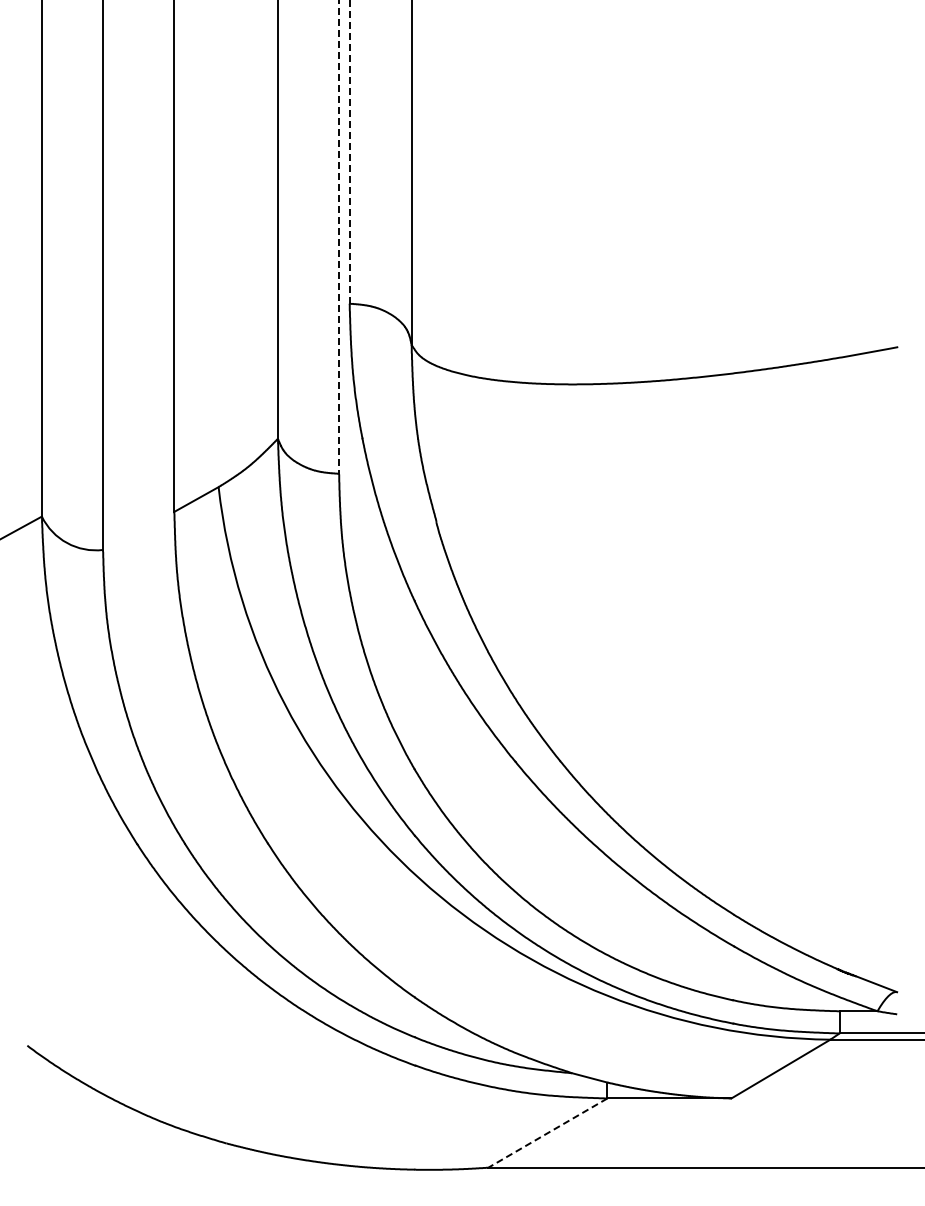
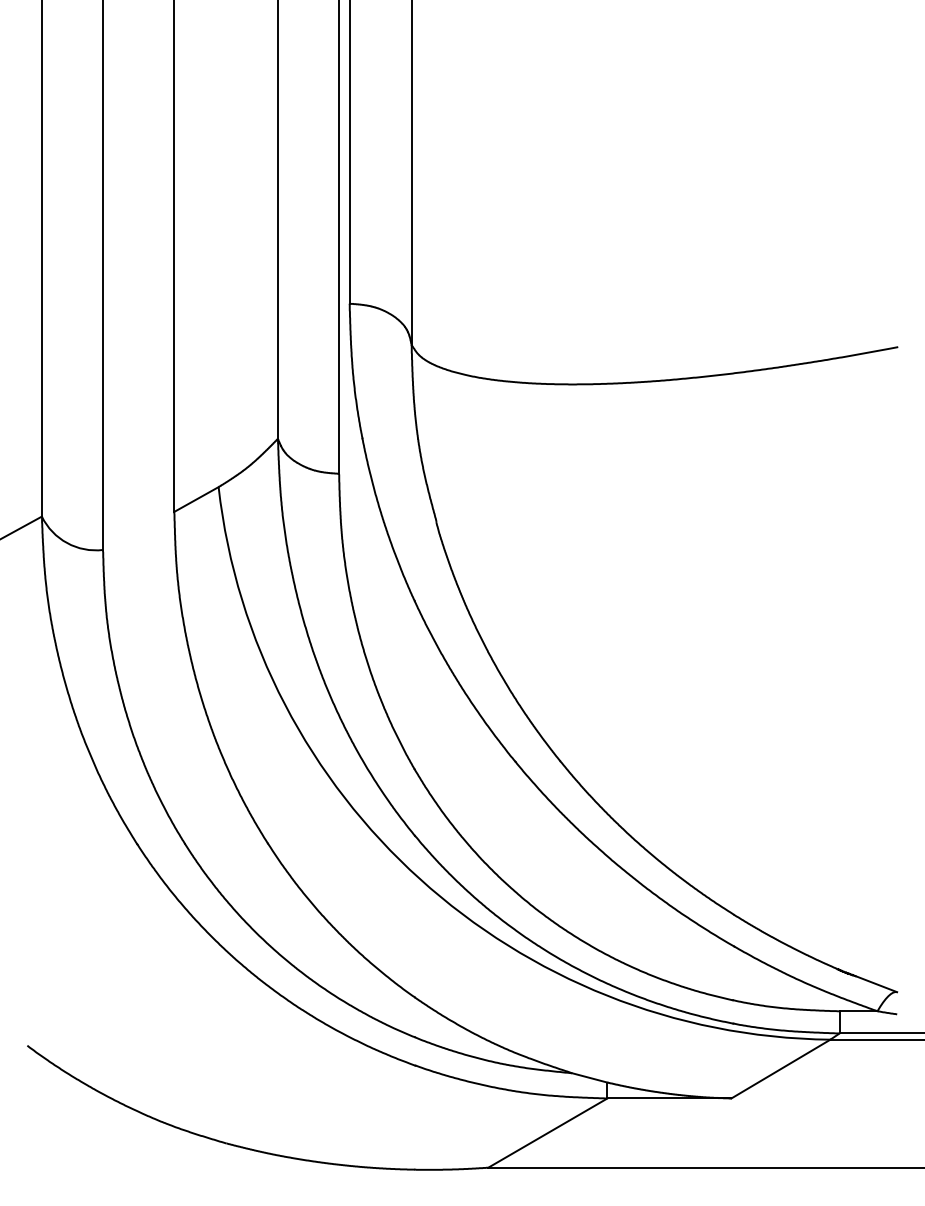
line at (349, 151): dashed -> solid
line at (339, 237): dashed -> solid
line at (547, 1133): dashed -> solid
